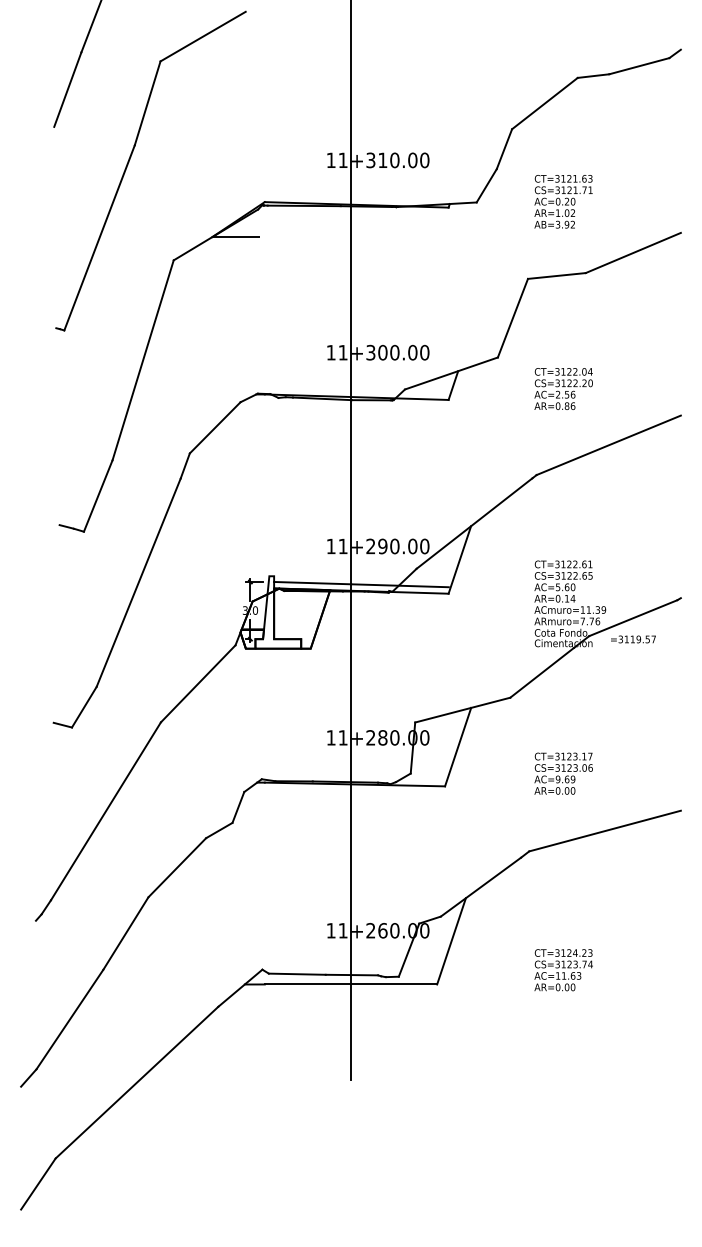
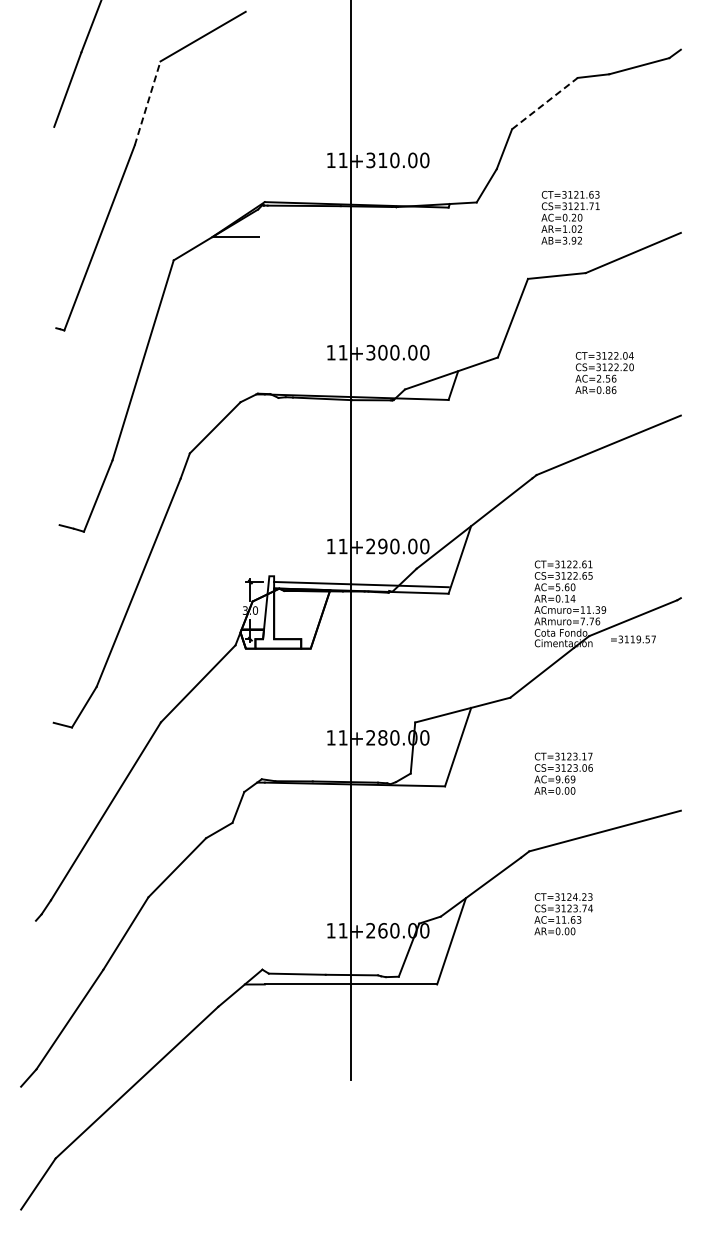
line at (147, 103): solid -> dashed
line at (544, 103): solid -> dashed
text at (563, 201) position: (563, 201) -> (570, 217)
text at (563, 388) position: (563, 388) -> (604, 372)
text at (563, 970) position: (563, 970) -> (563, 914)
